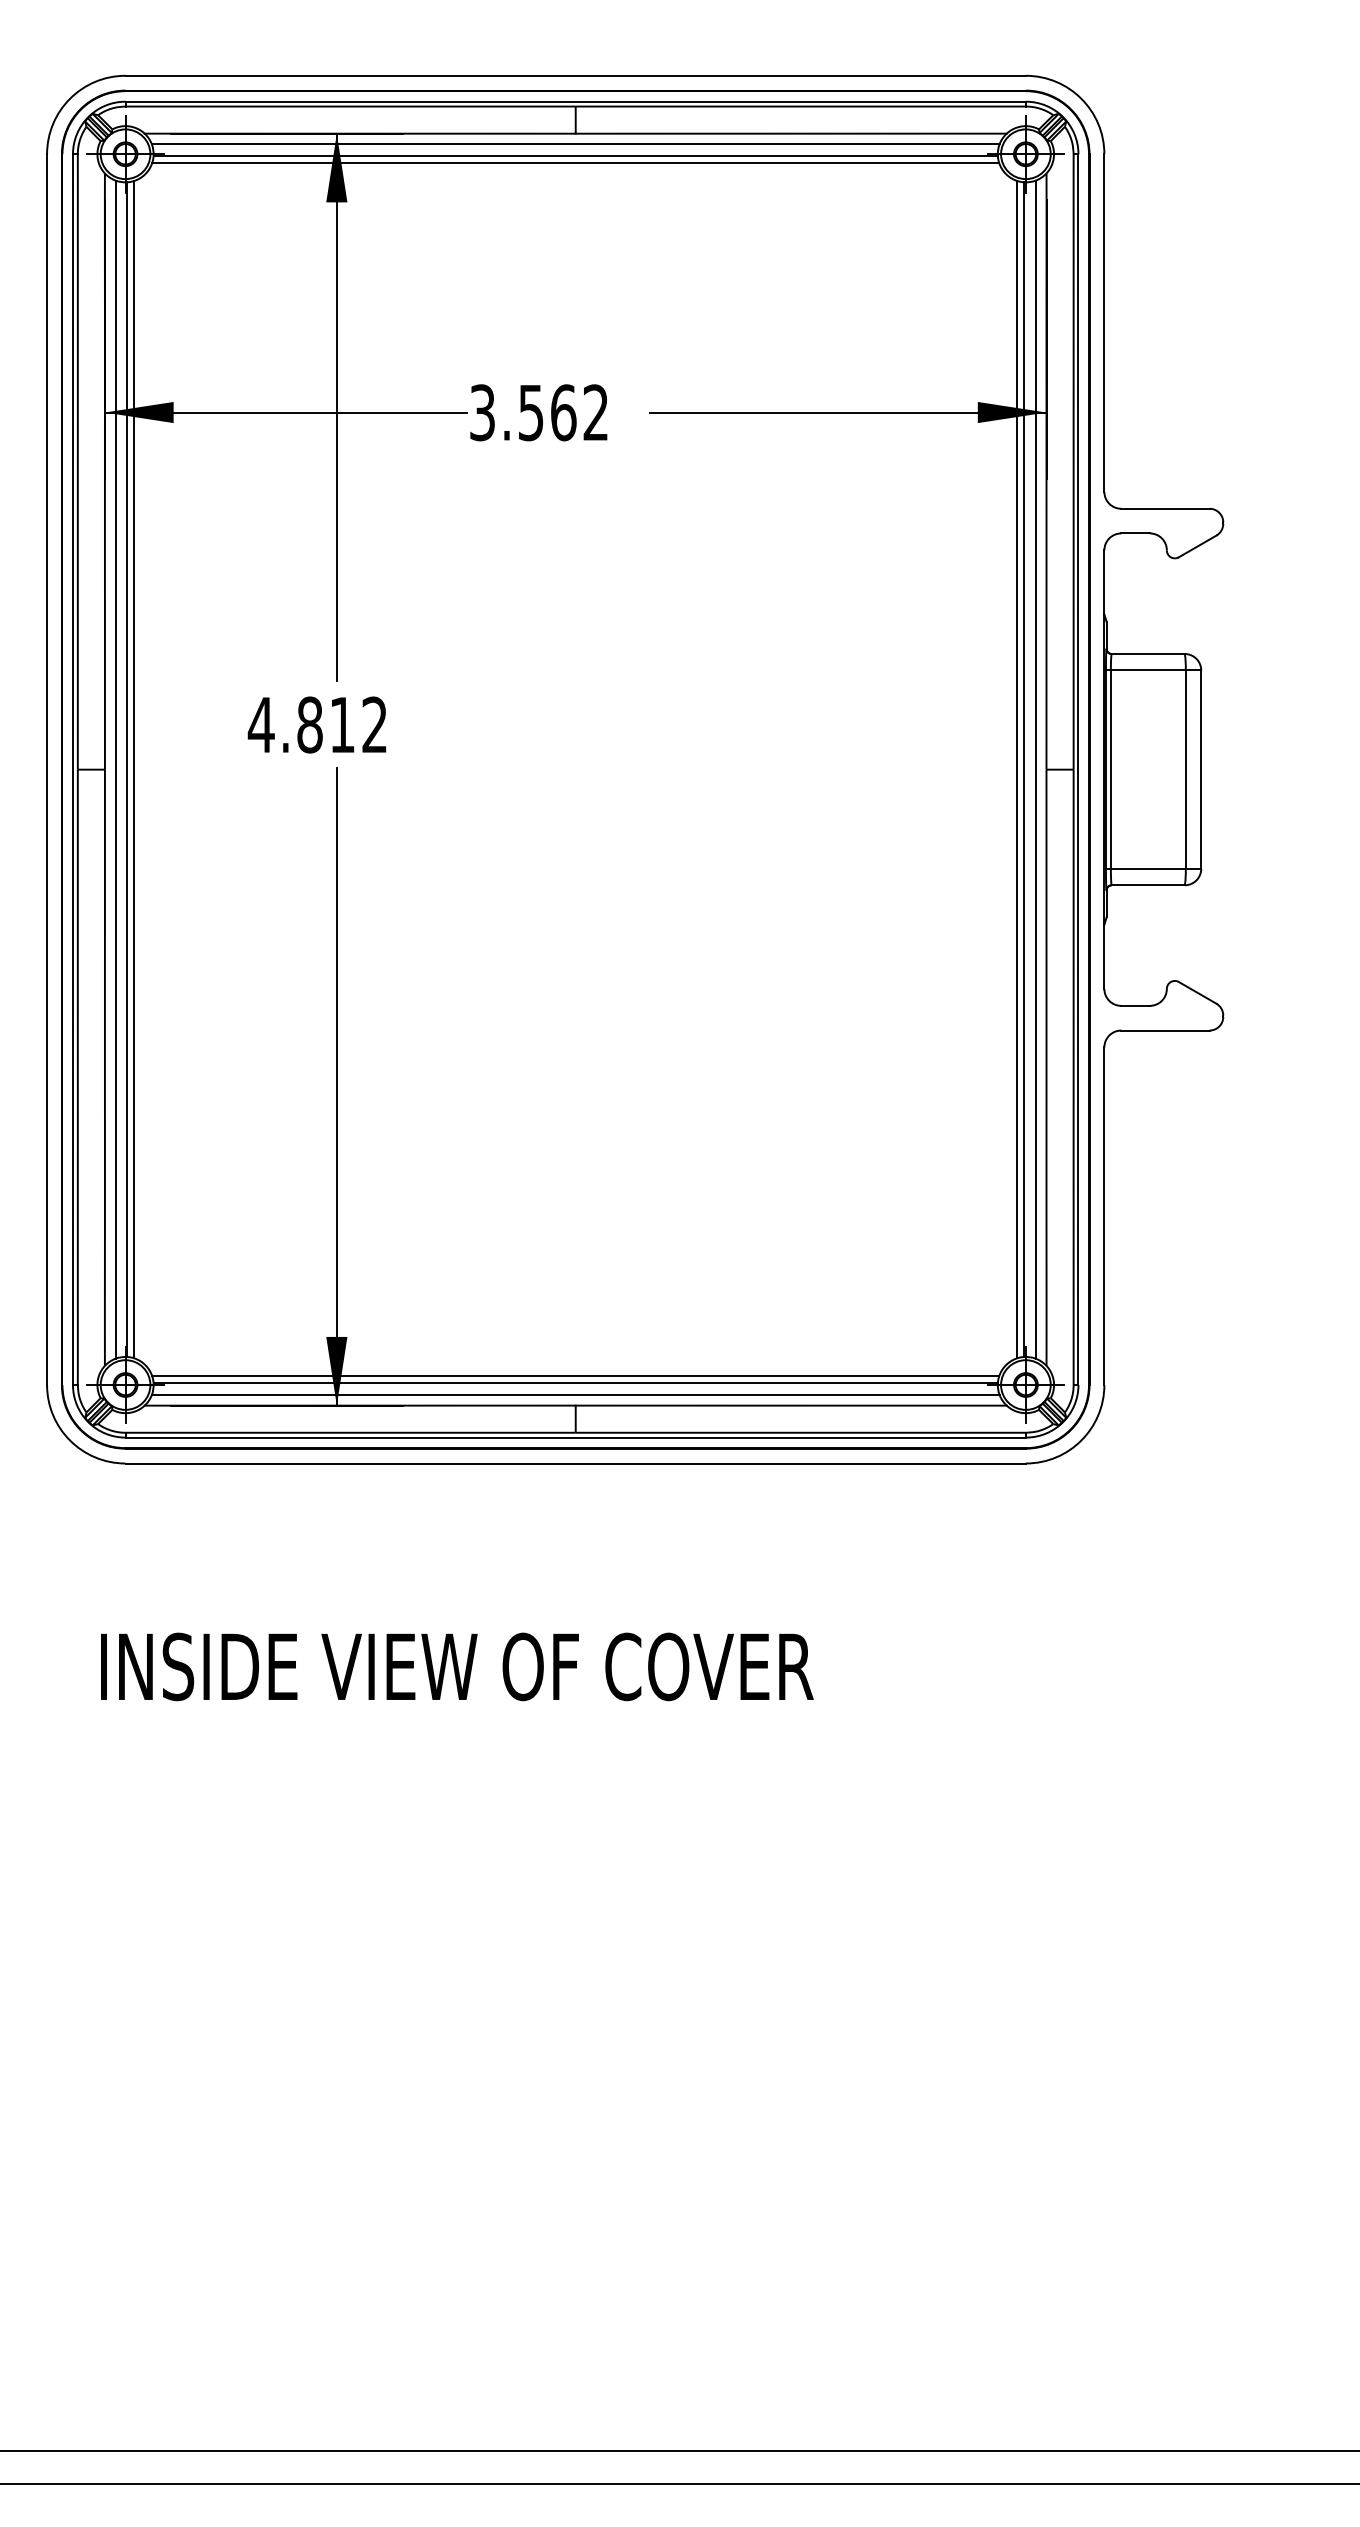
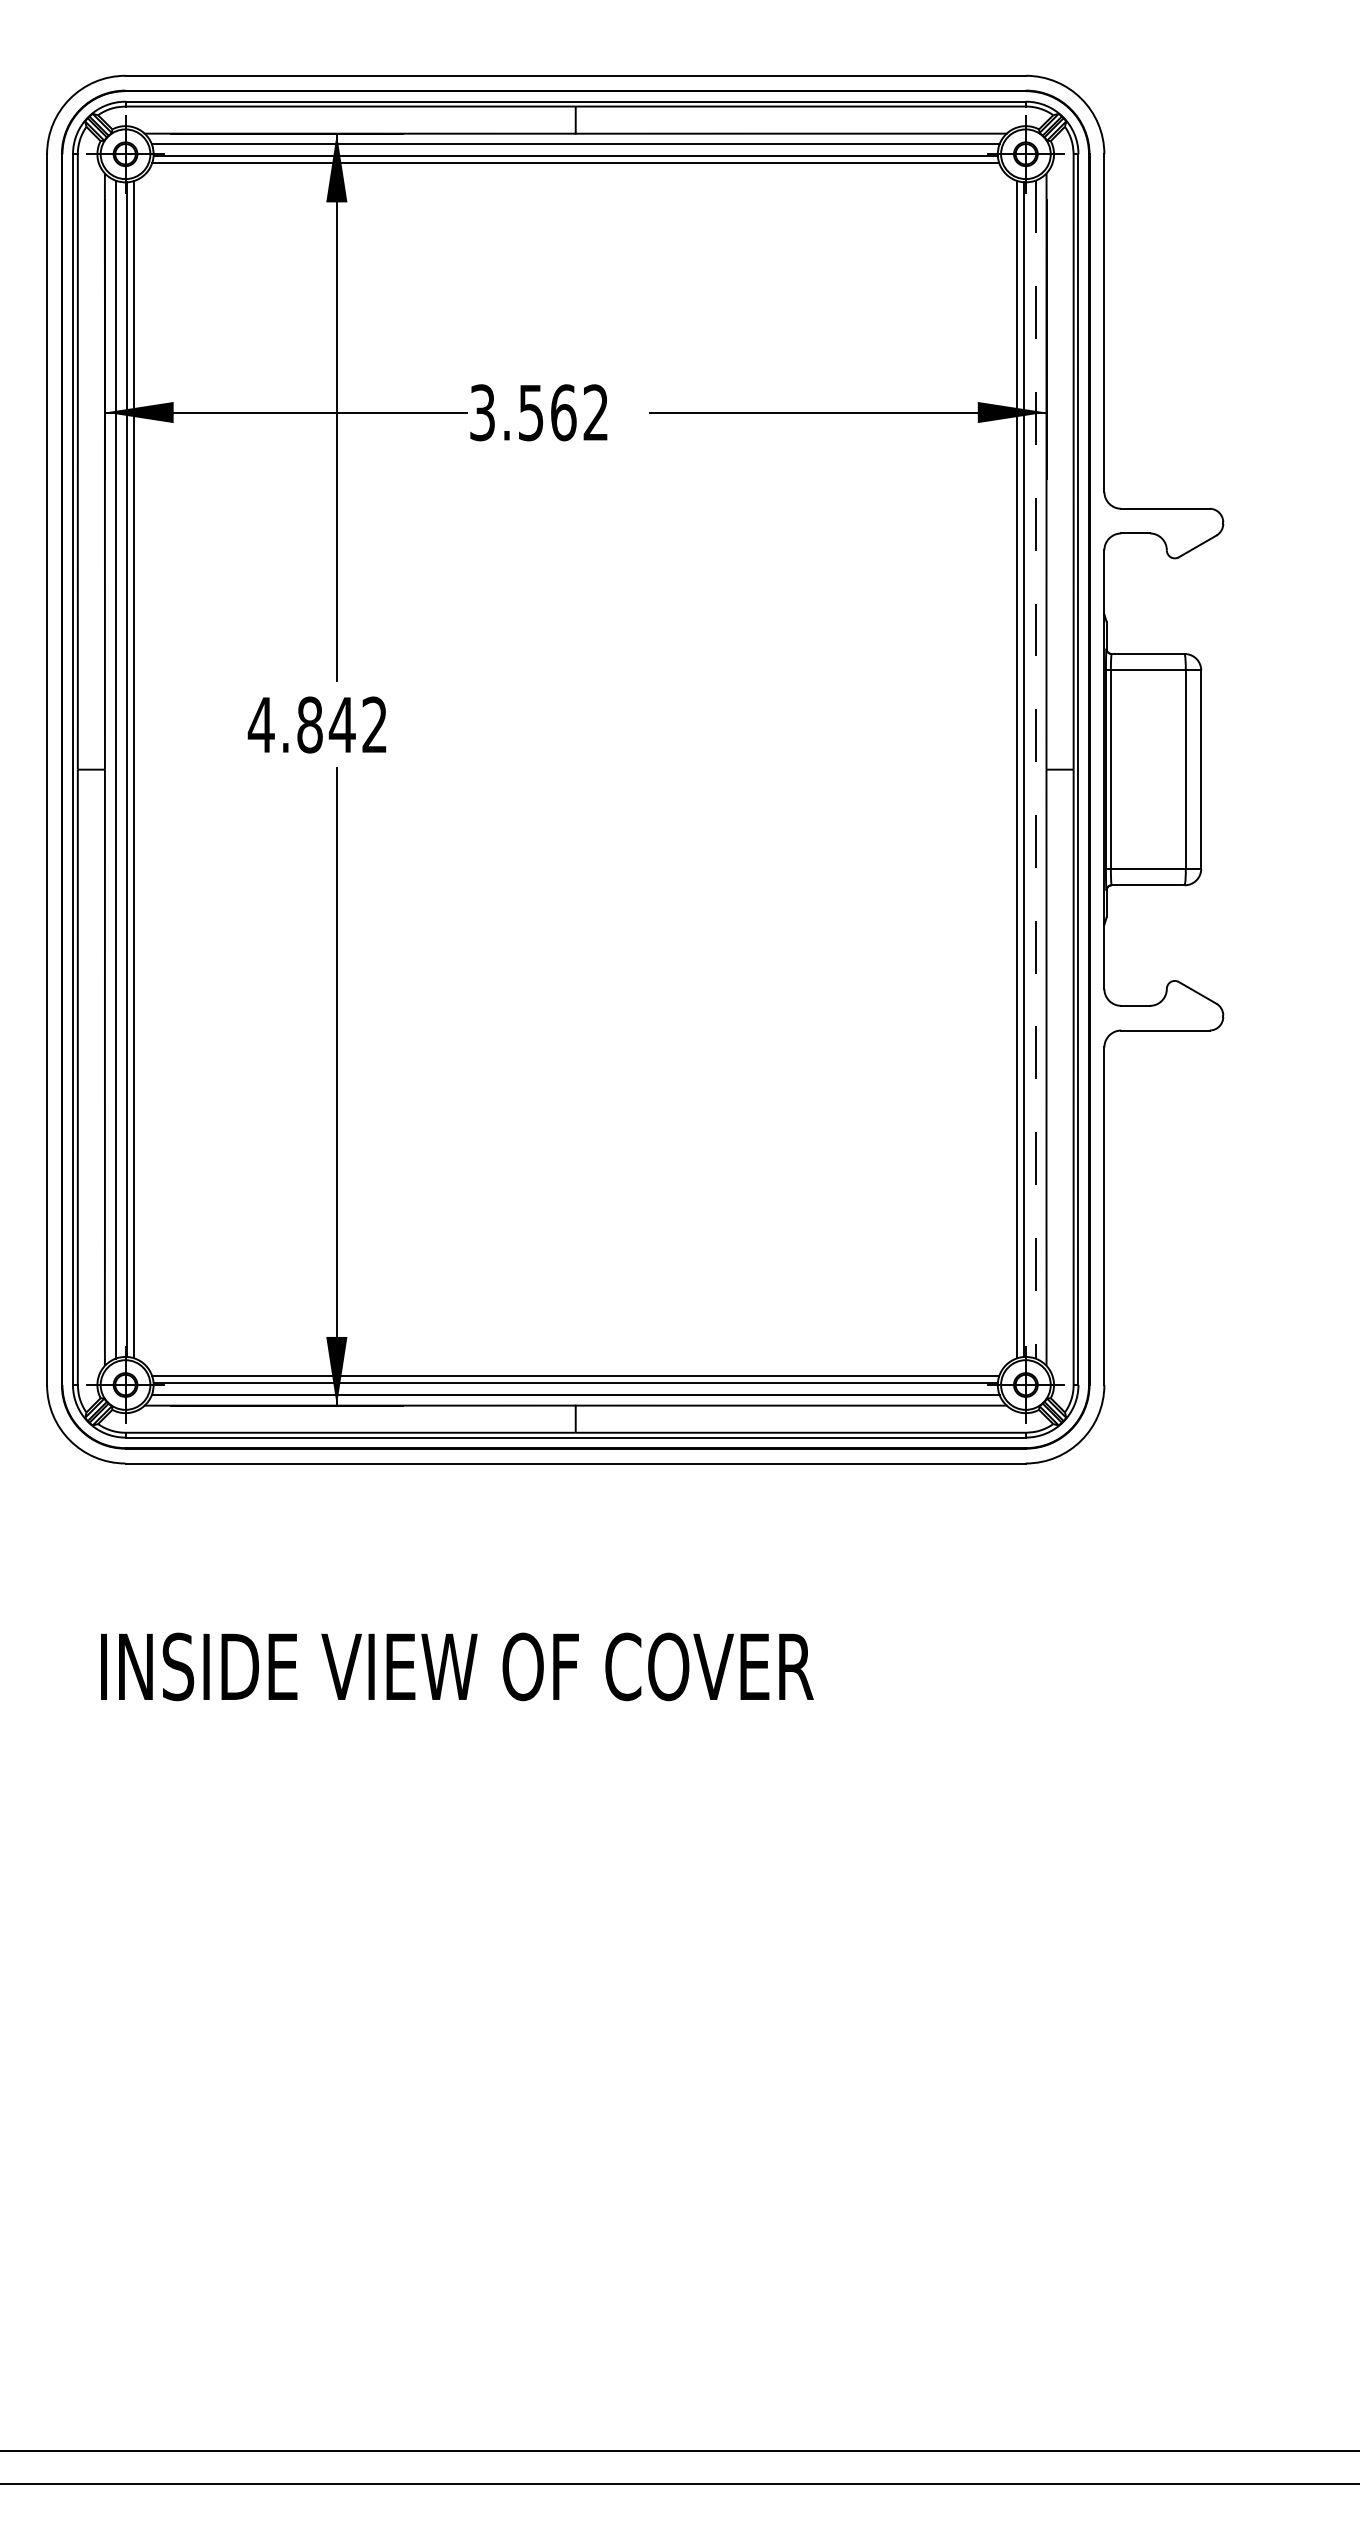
text at (341, 724): 4.812 -> 4.842
line at (1035, 770): solid -> dashed
